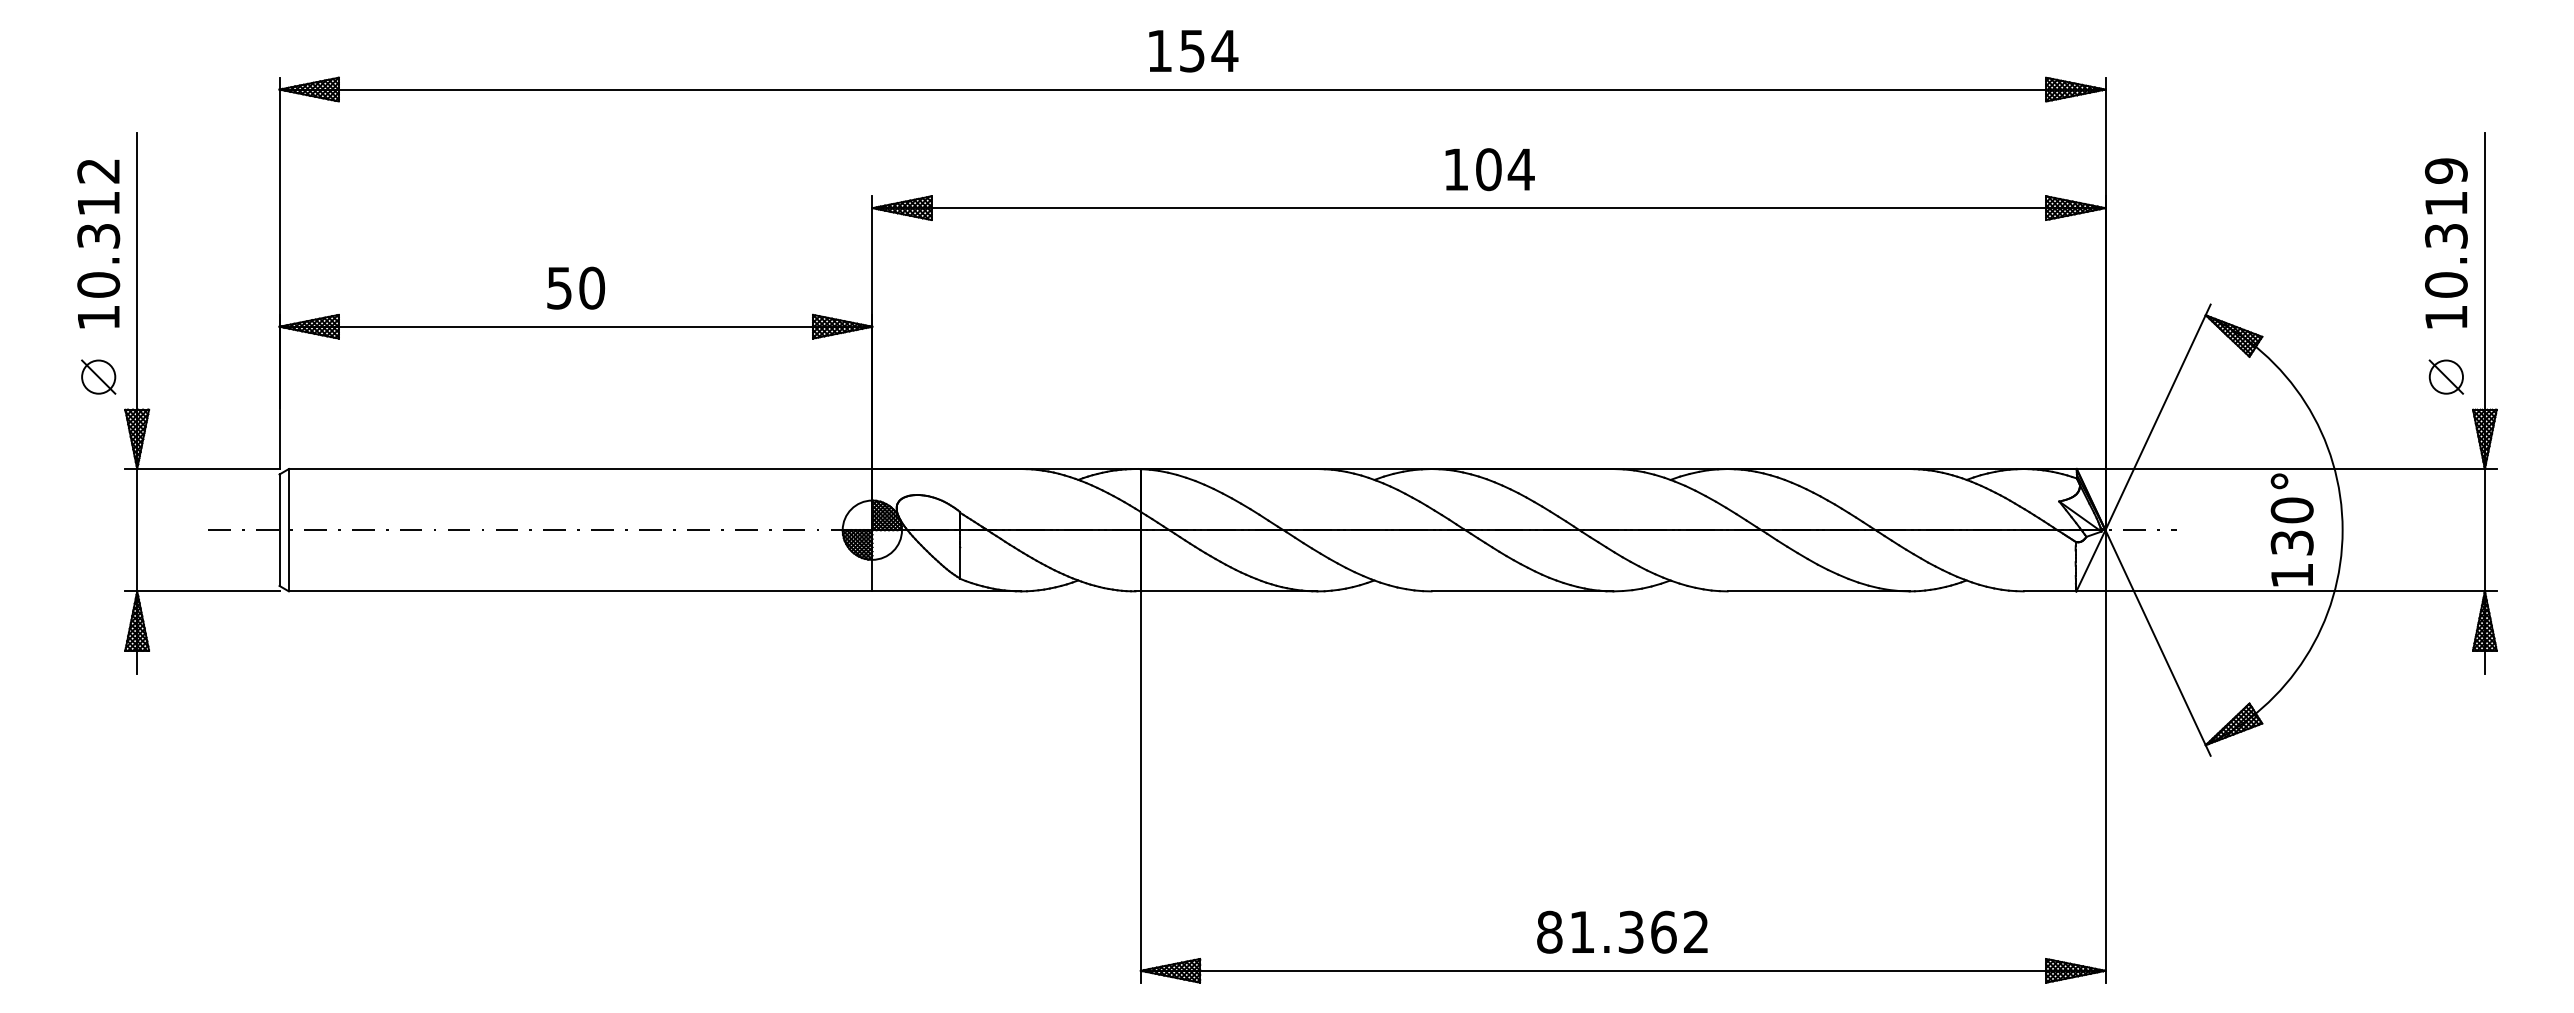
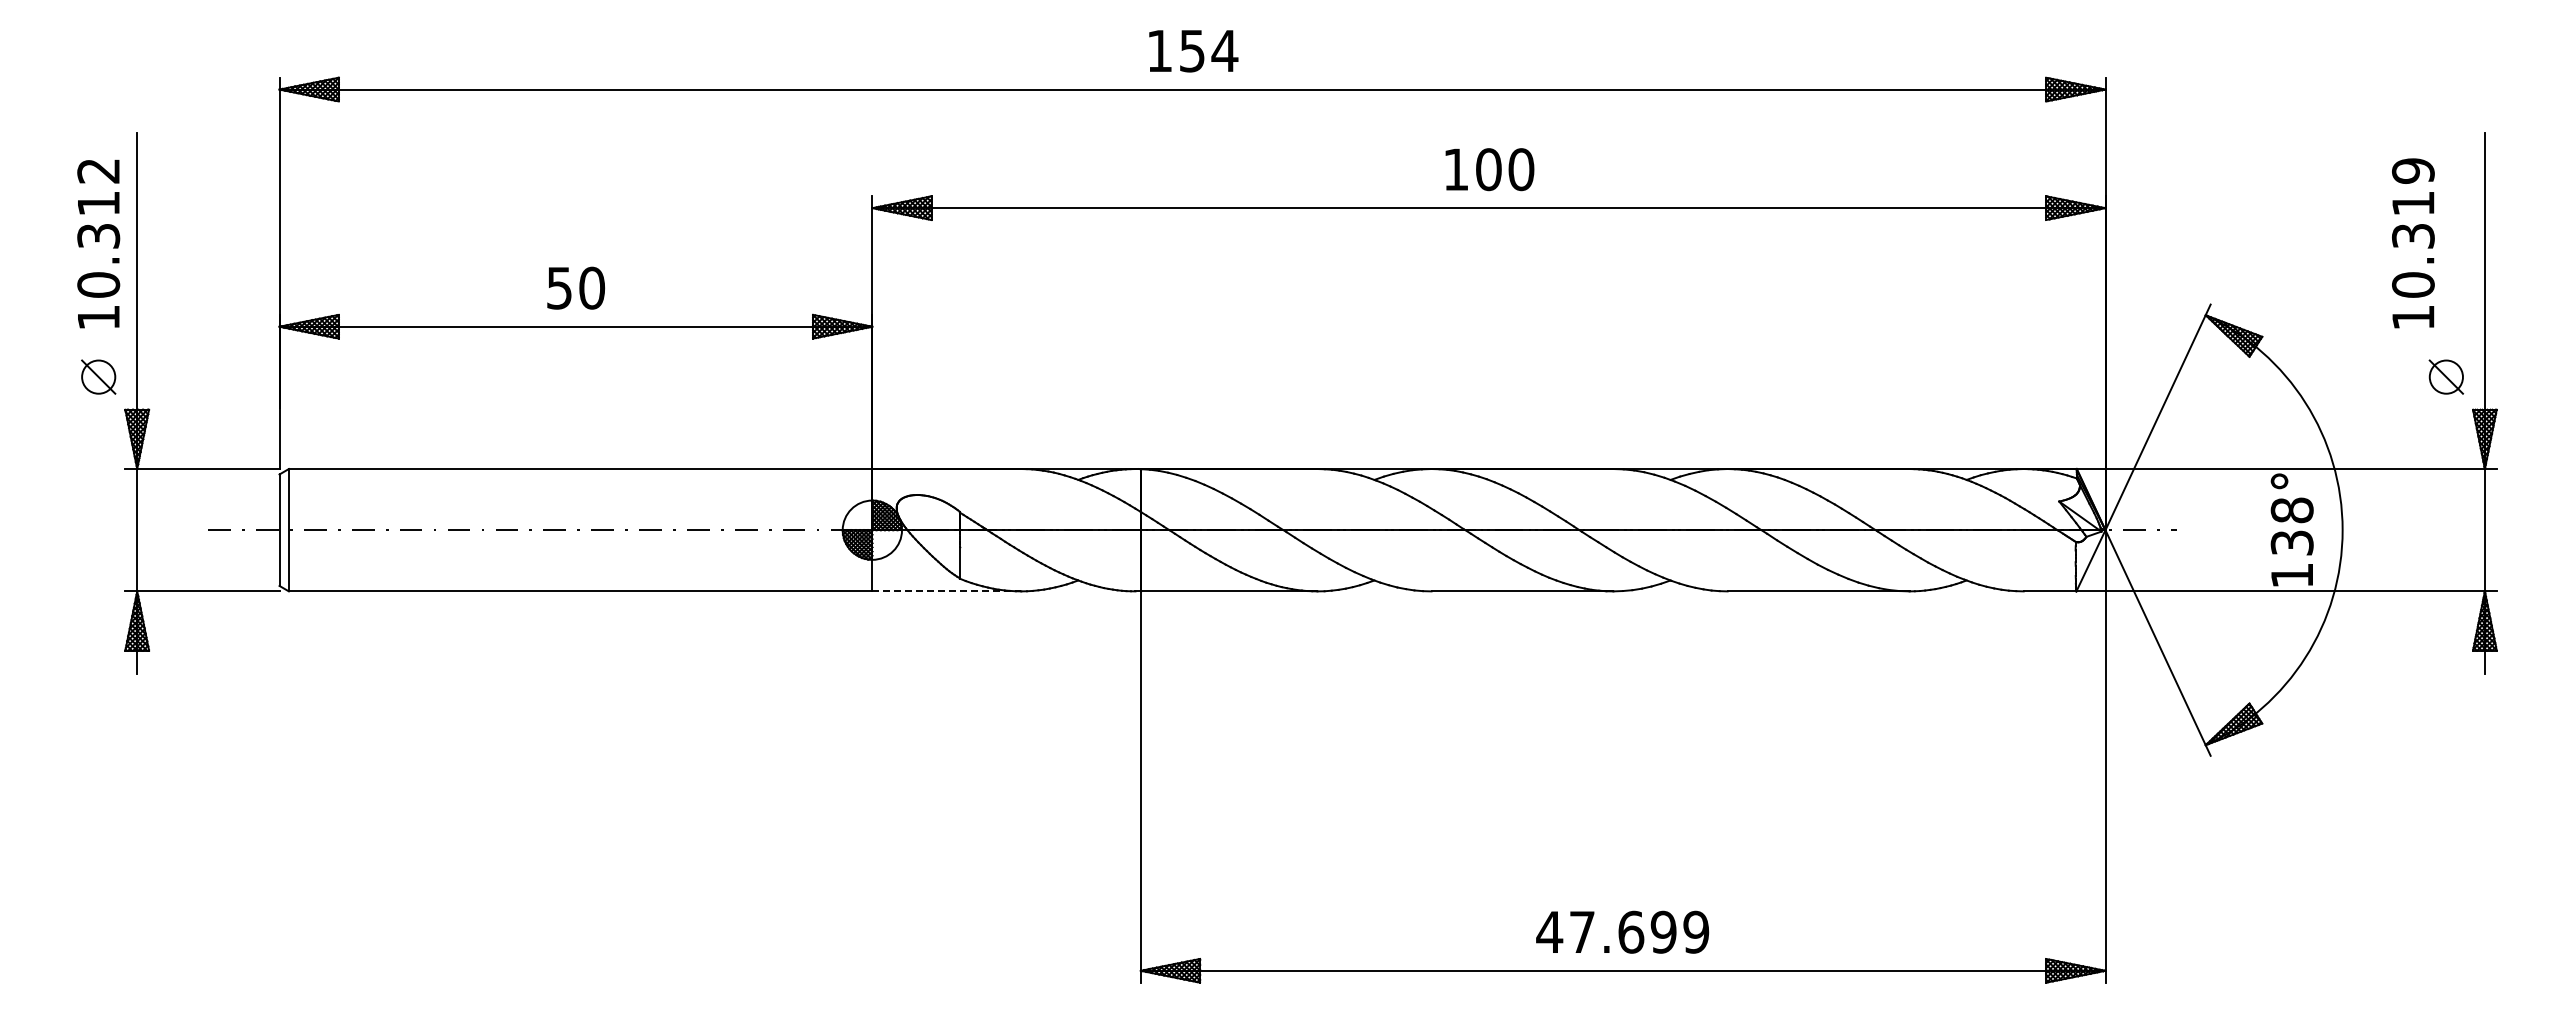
text at (1520, 169): 104 -> 100
text at (2446, 243) position: (2446, 243) -> (2413, 243)
text at (2292, 510): 130° -> 138°
line at (947, 591): solid -> dashed
text at (1622, 931): 81.362 -> 47.699
